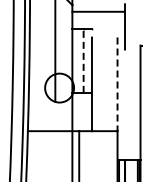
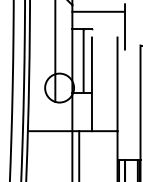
line at (83, 60): dashed -> solid
line at (117, 84): dashed -> solid
